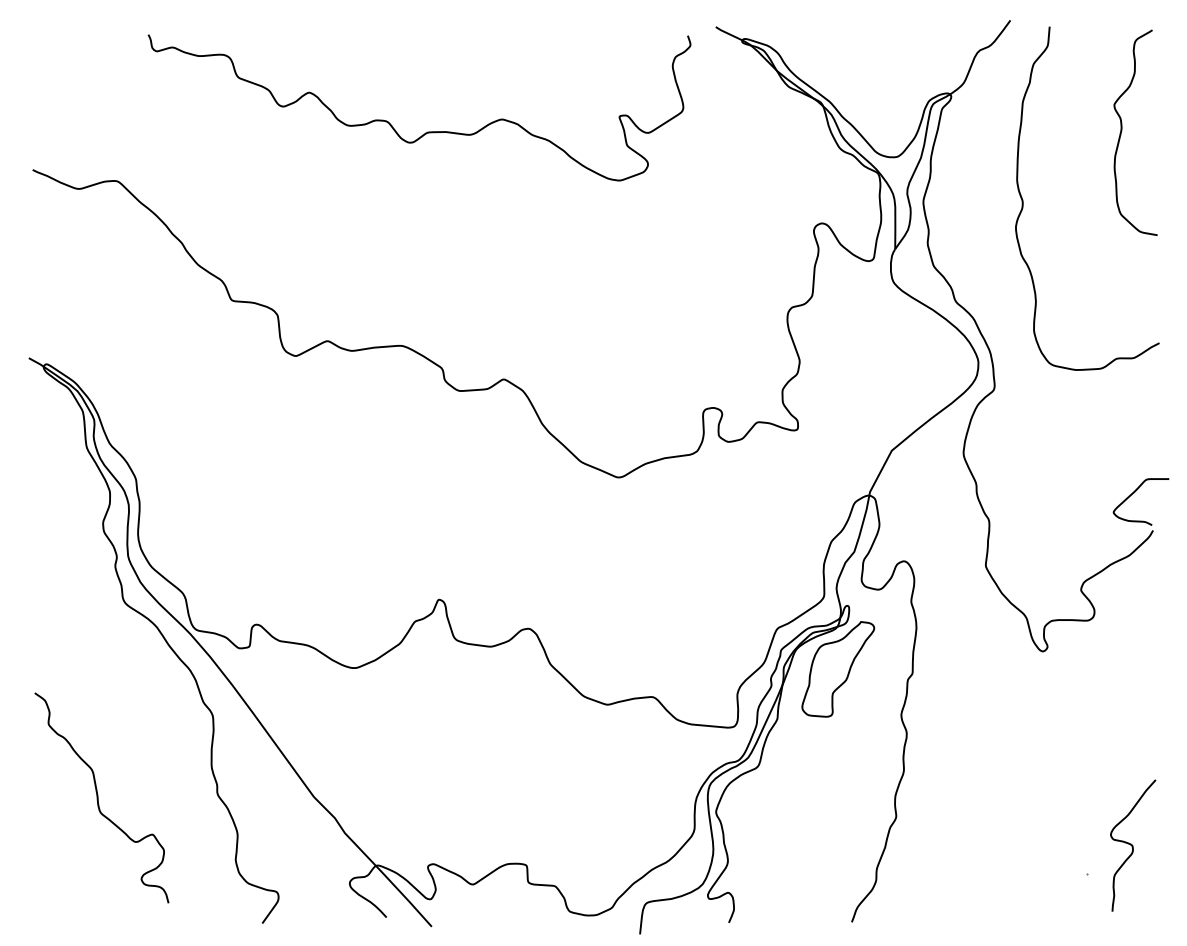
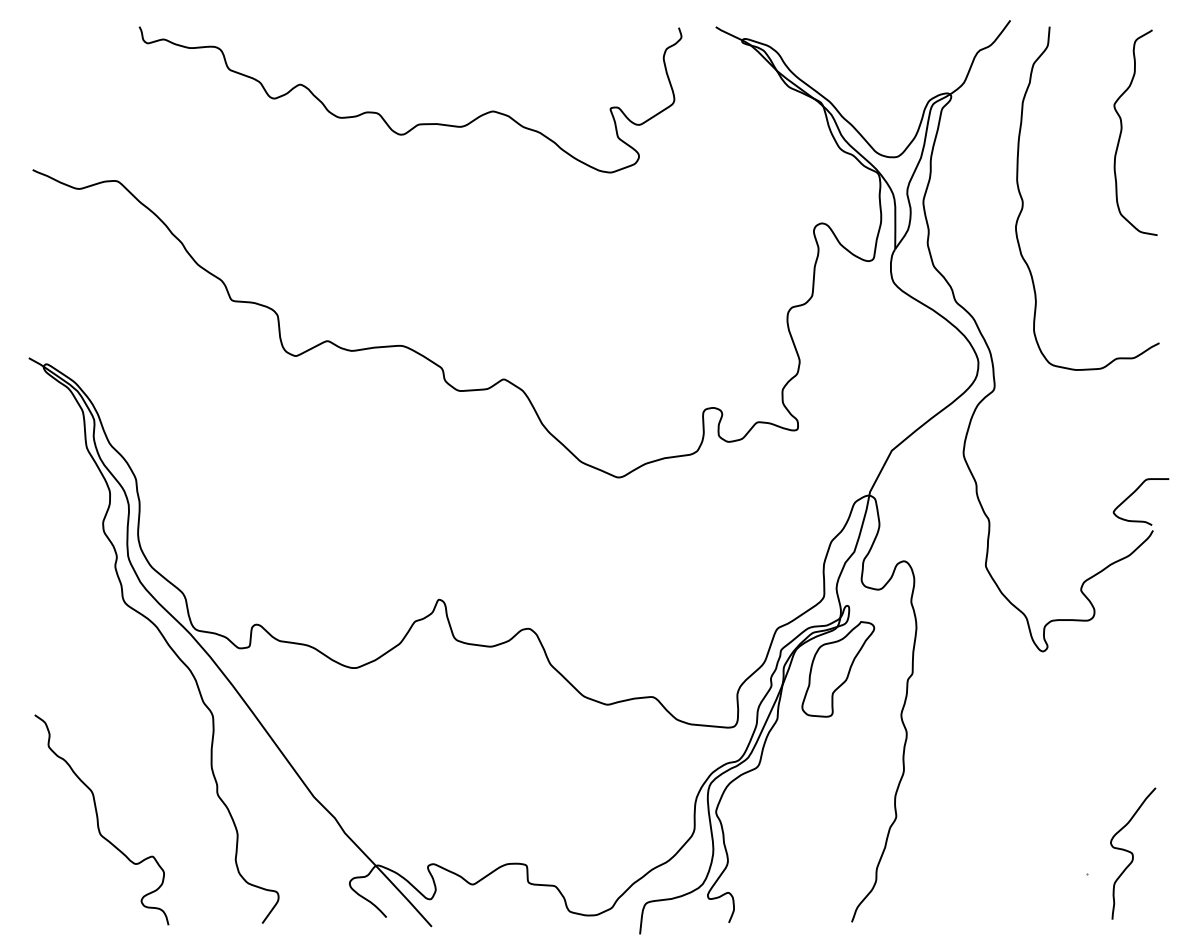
curve at (427, 131) position: (427, 131) -> (418, 123)
curve at (98, 797) position: (98, 797) -> (98, 819)
curve at (1133, 845) position: (1133, 845) -> (1133, 853)
